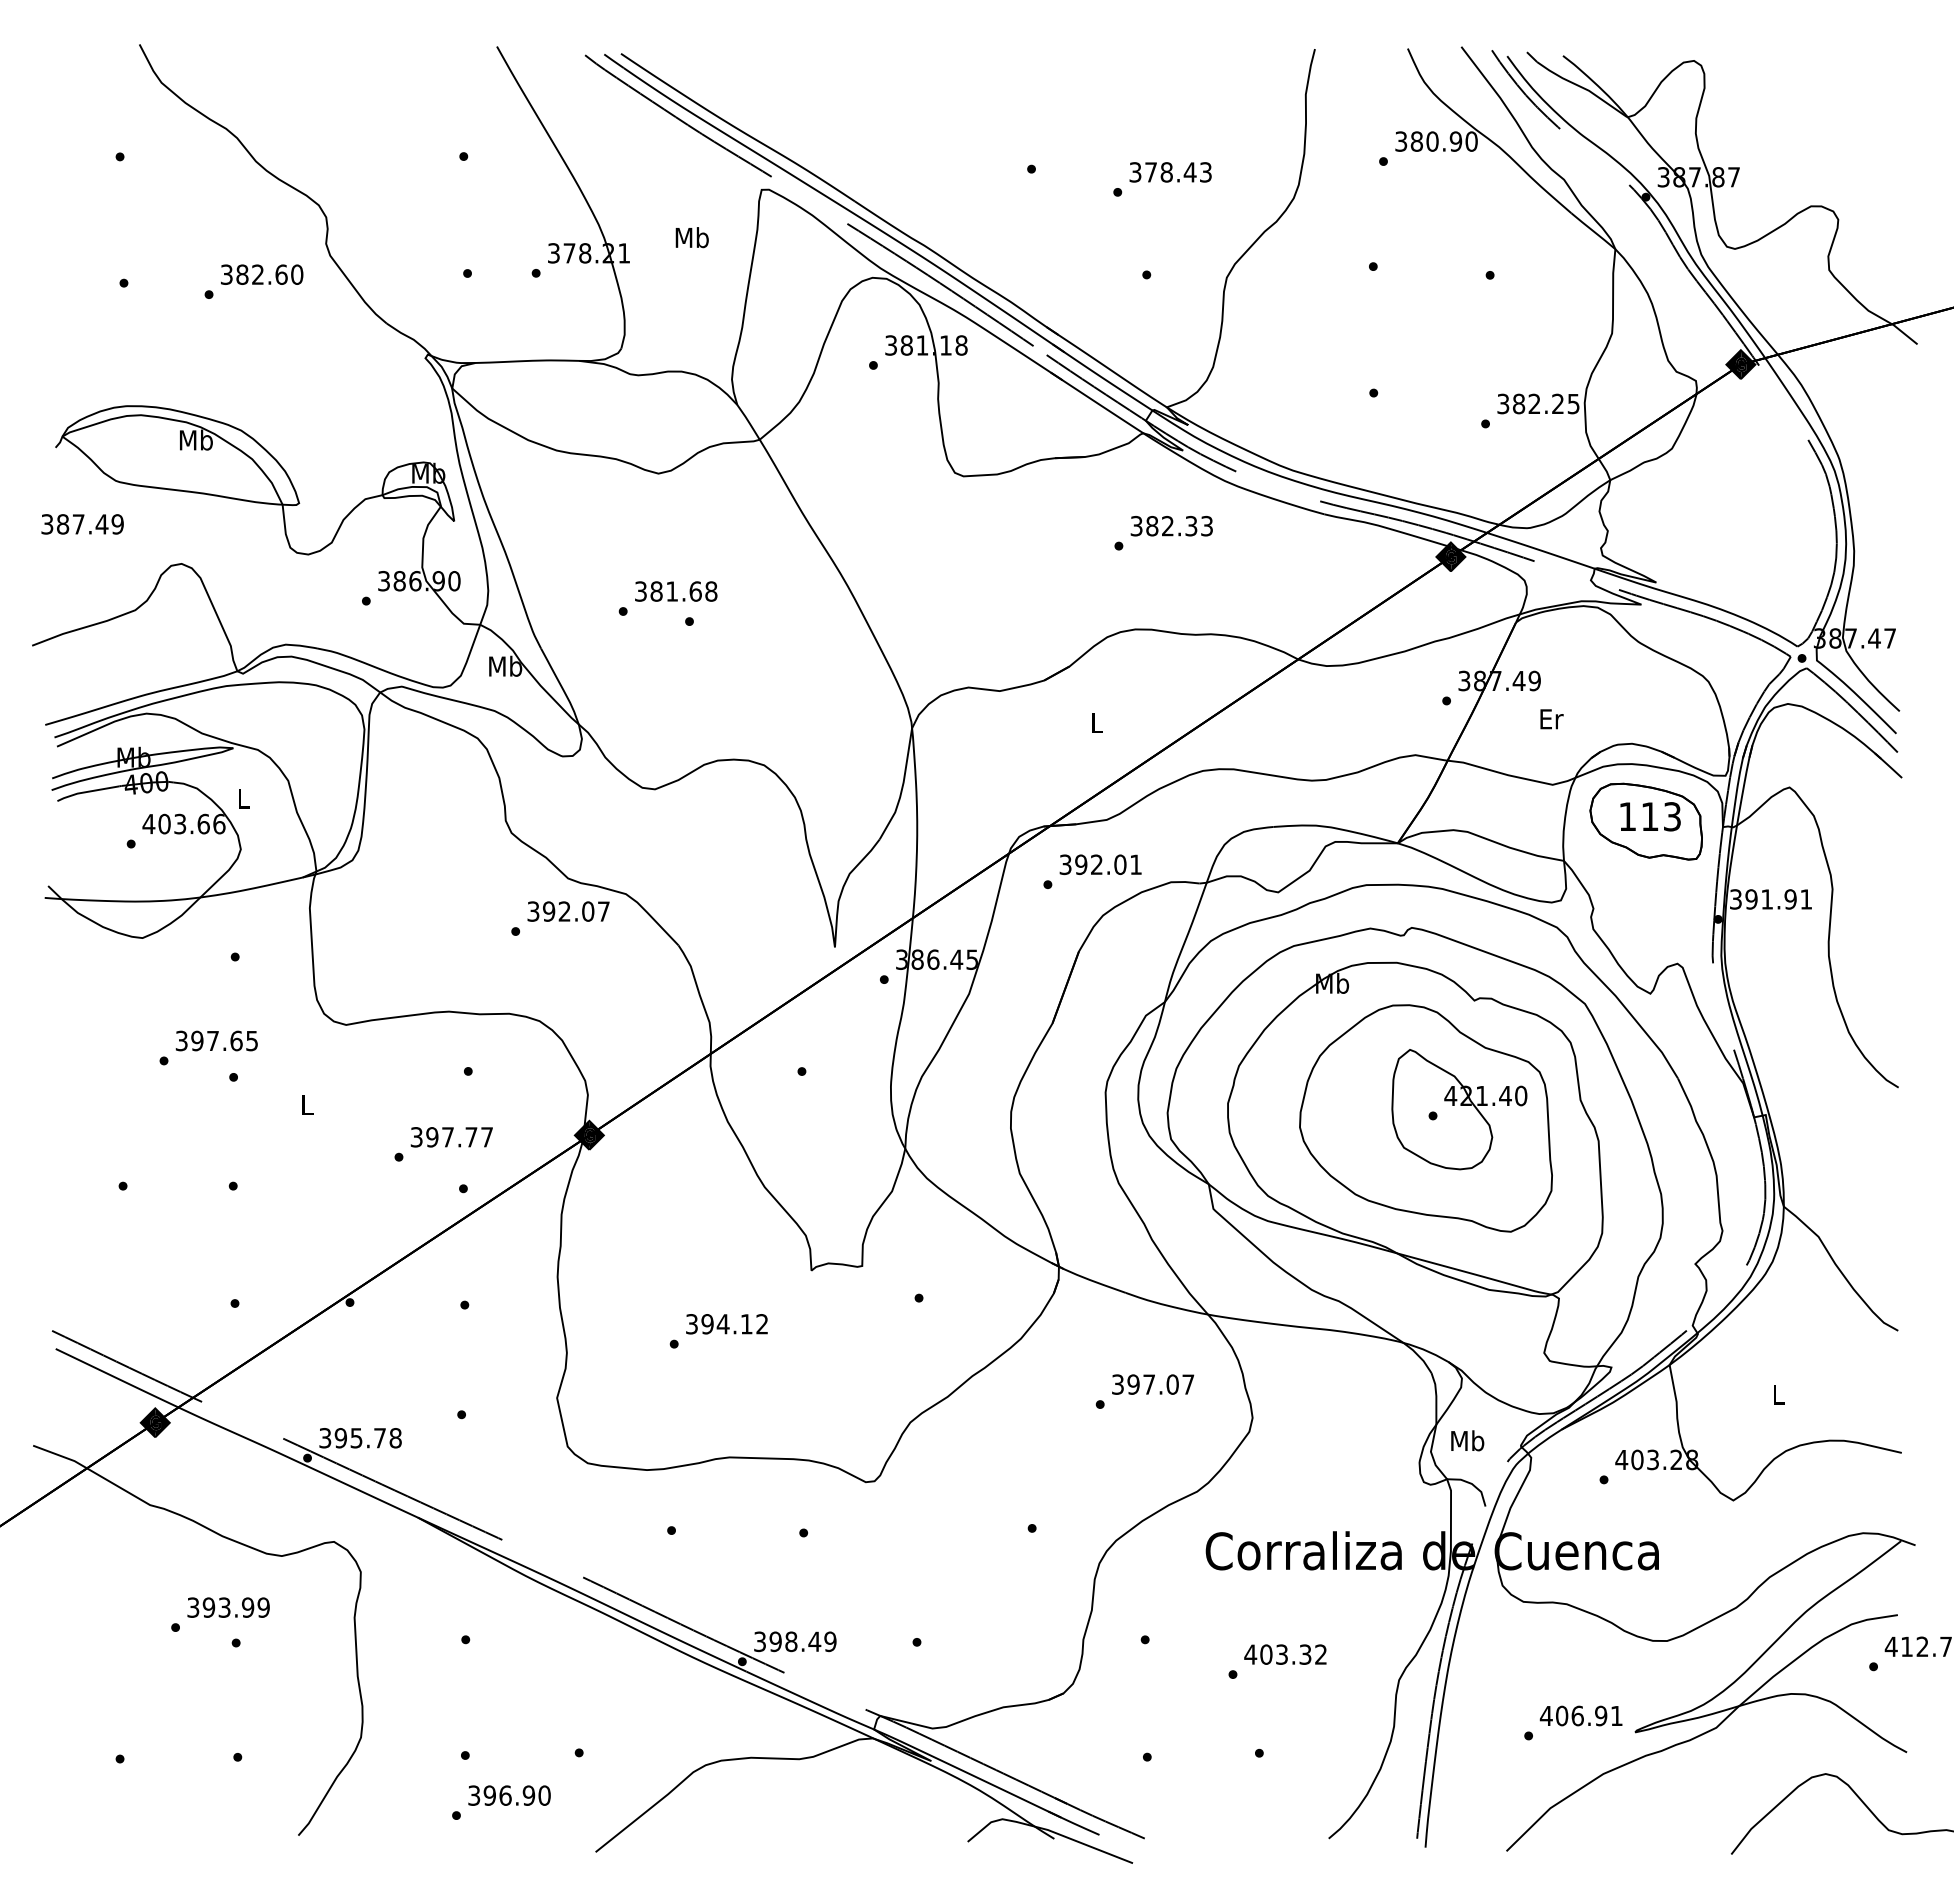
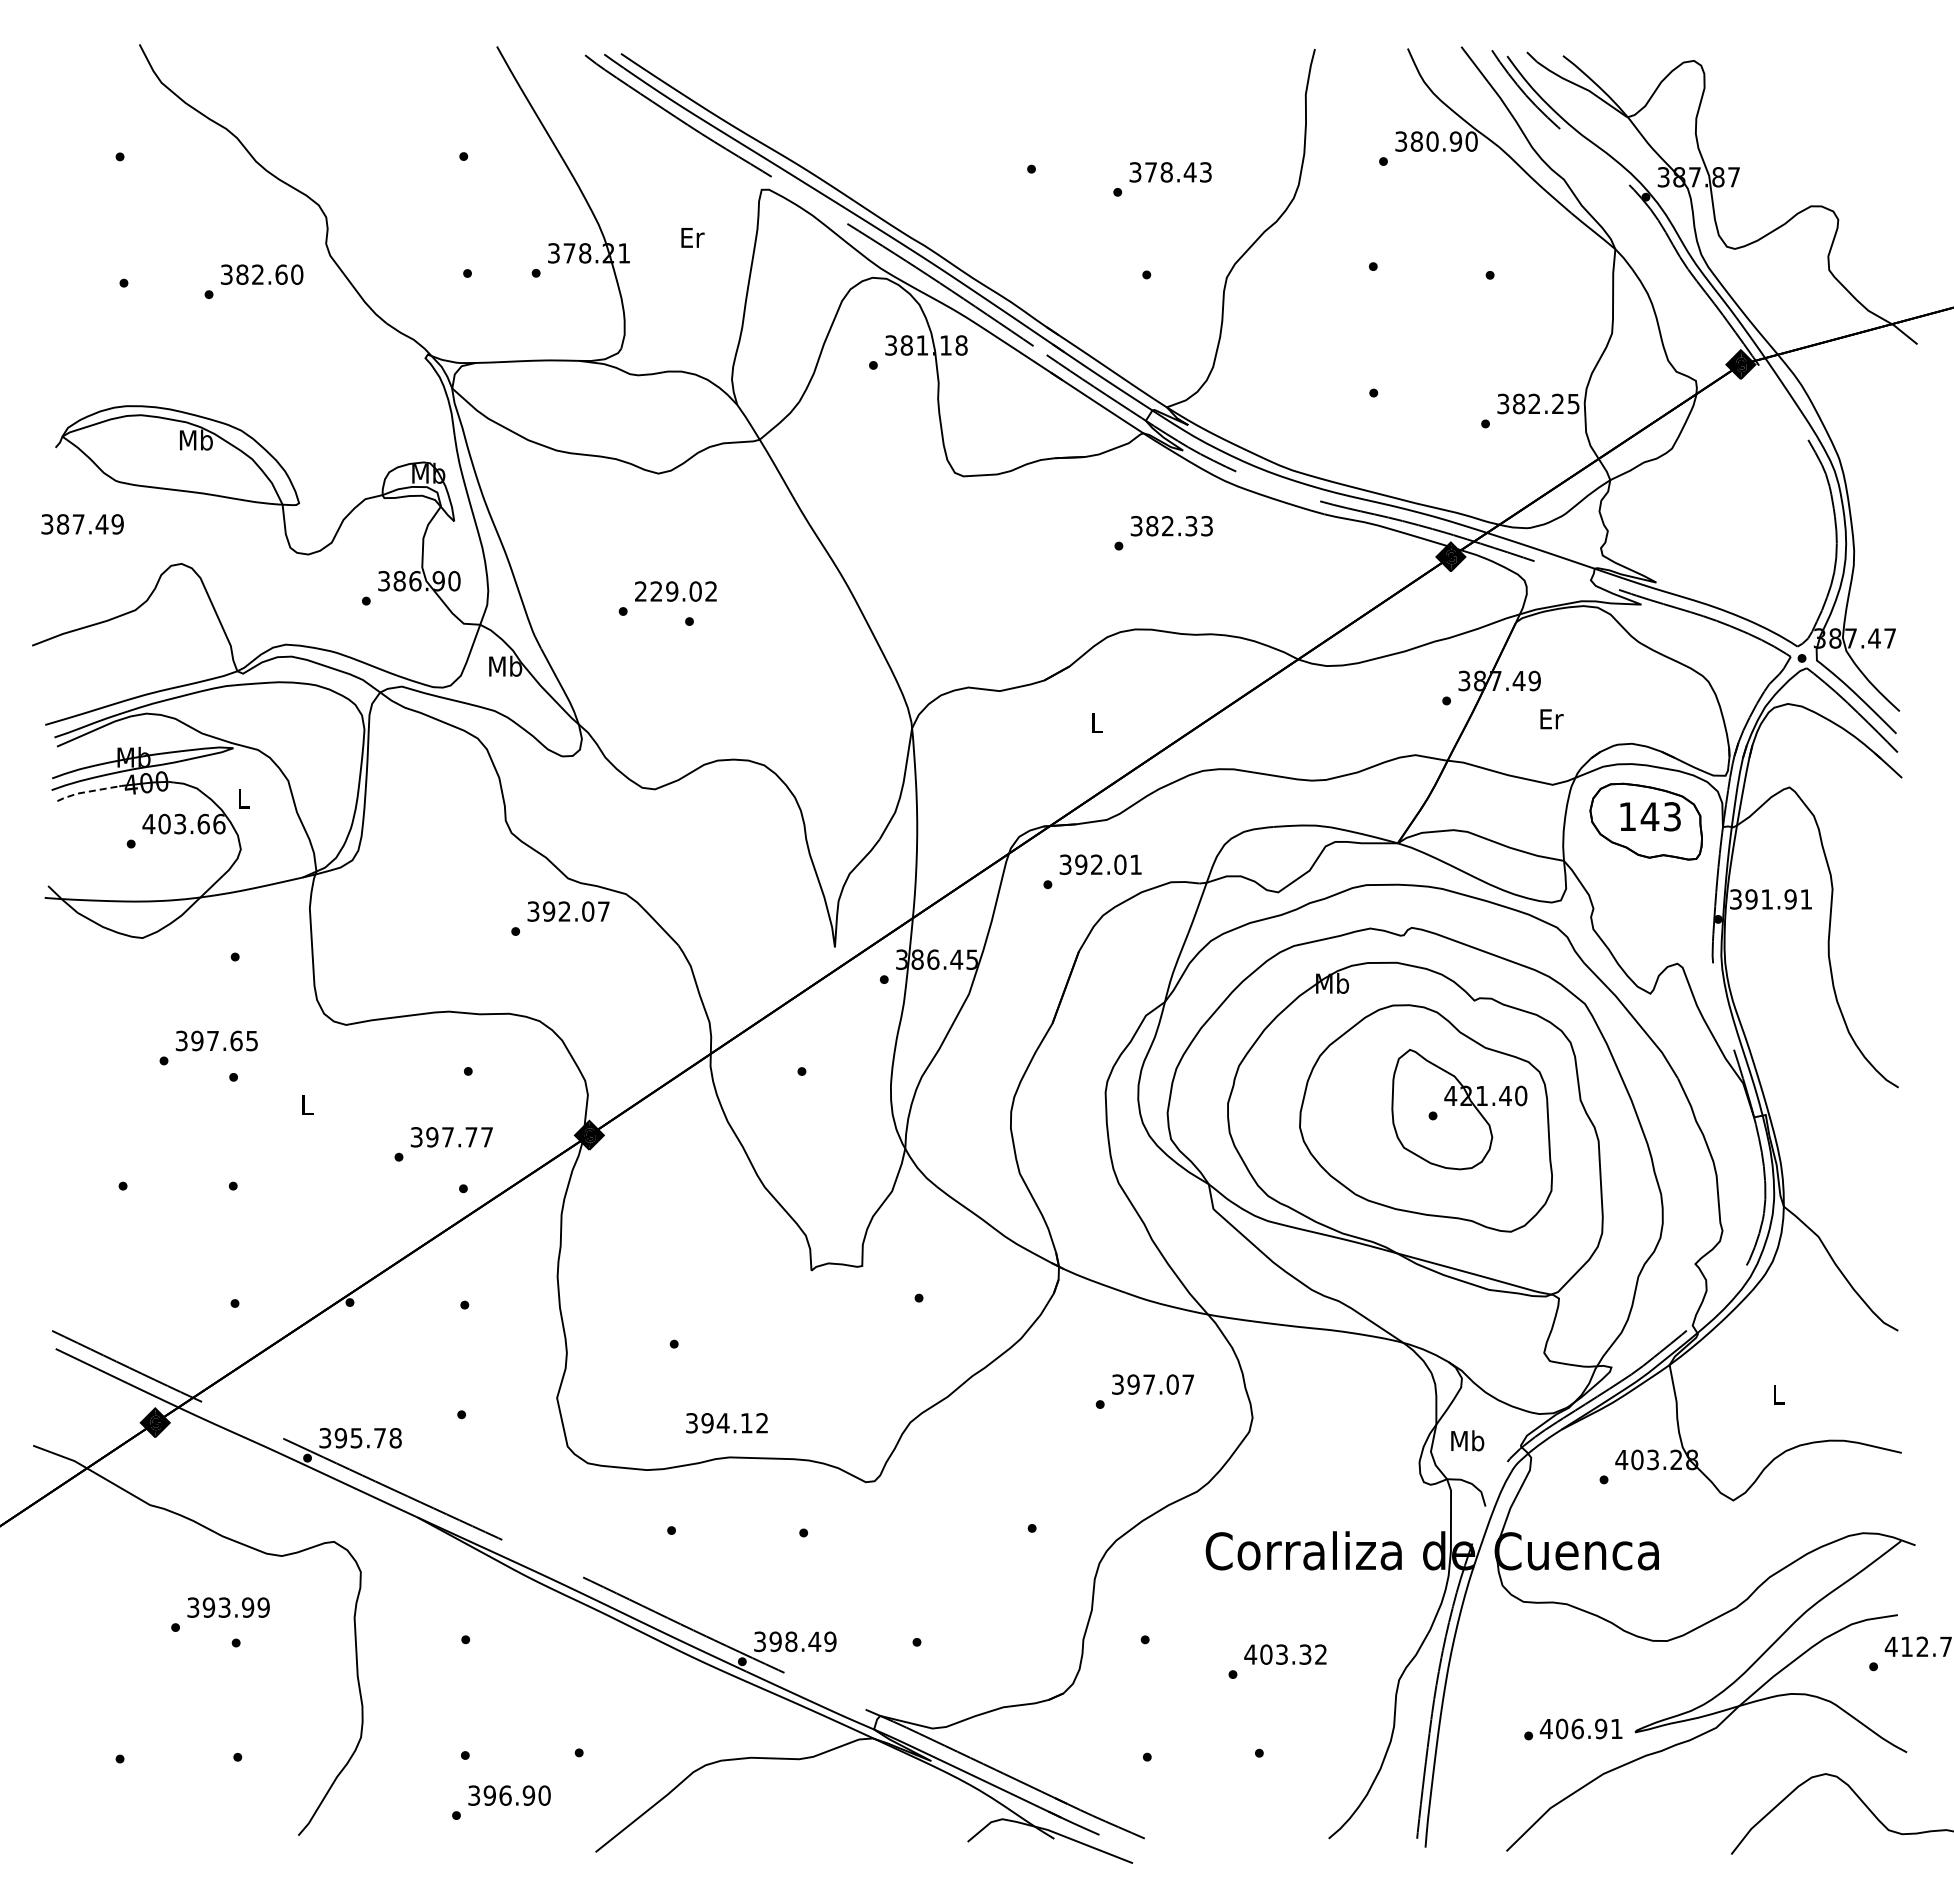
text at (691, 237): Mb -> Er
text at (676, 591): 381.68 -> 229.02
line at (86, 792): solid -> dashed
text at (1649, 816): 113 -> 143
text at (726, 1324) position: (726, 1324) -> (726, 1423)
text at (1580, 1715) position: (1580, 1715) -> (1580, 1728)
